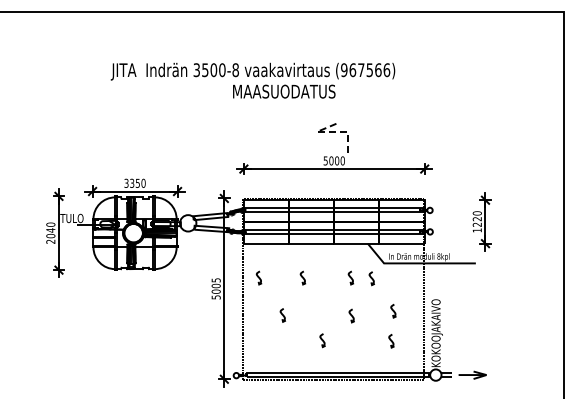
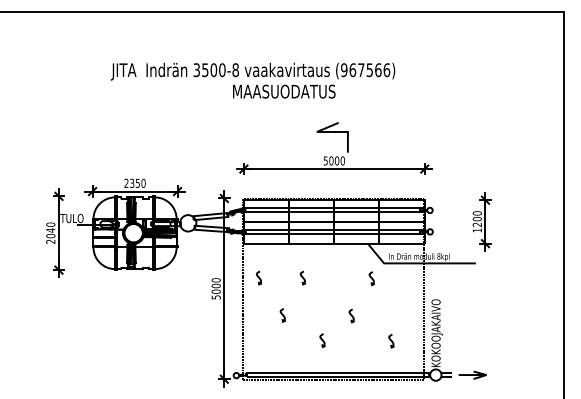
line at (330, 132): dashed -> solid
text at (126, 183): 3350 -> 2350
text at (477, 218): 1220 -> 1200
part at (350, 277): present -> none
text at (215, 280): 5005 -> 5000
part at (393, 311): present -> none
